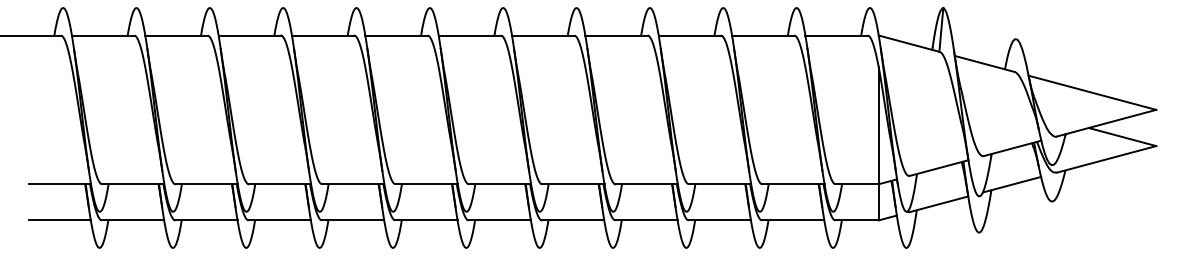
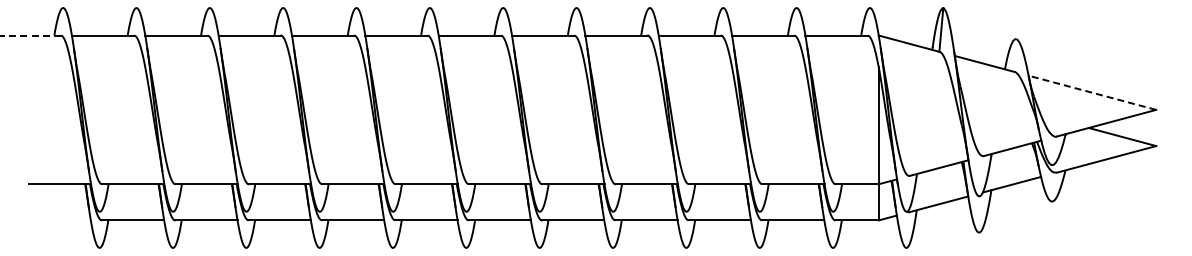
line at (30, 35): solid -> dashed
line at (1091, 92): solid -> dashed
line at (59, 220): present -> none
